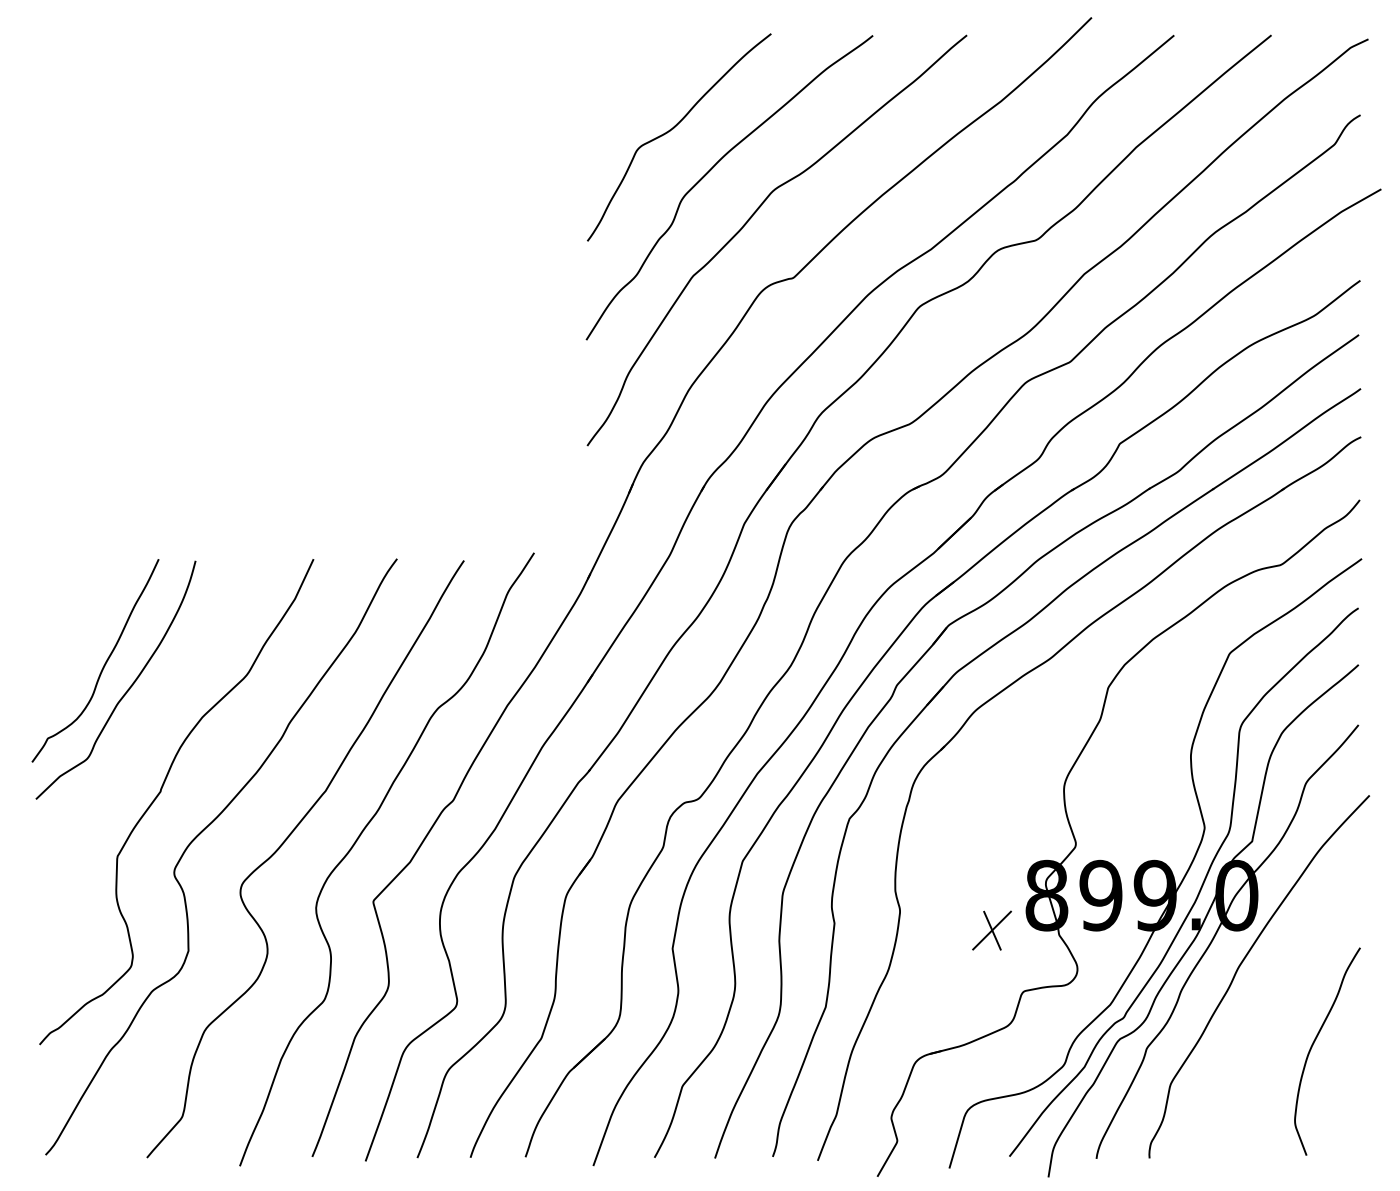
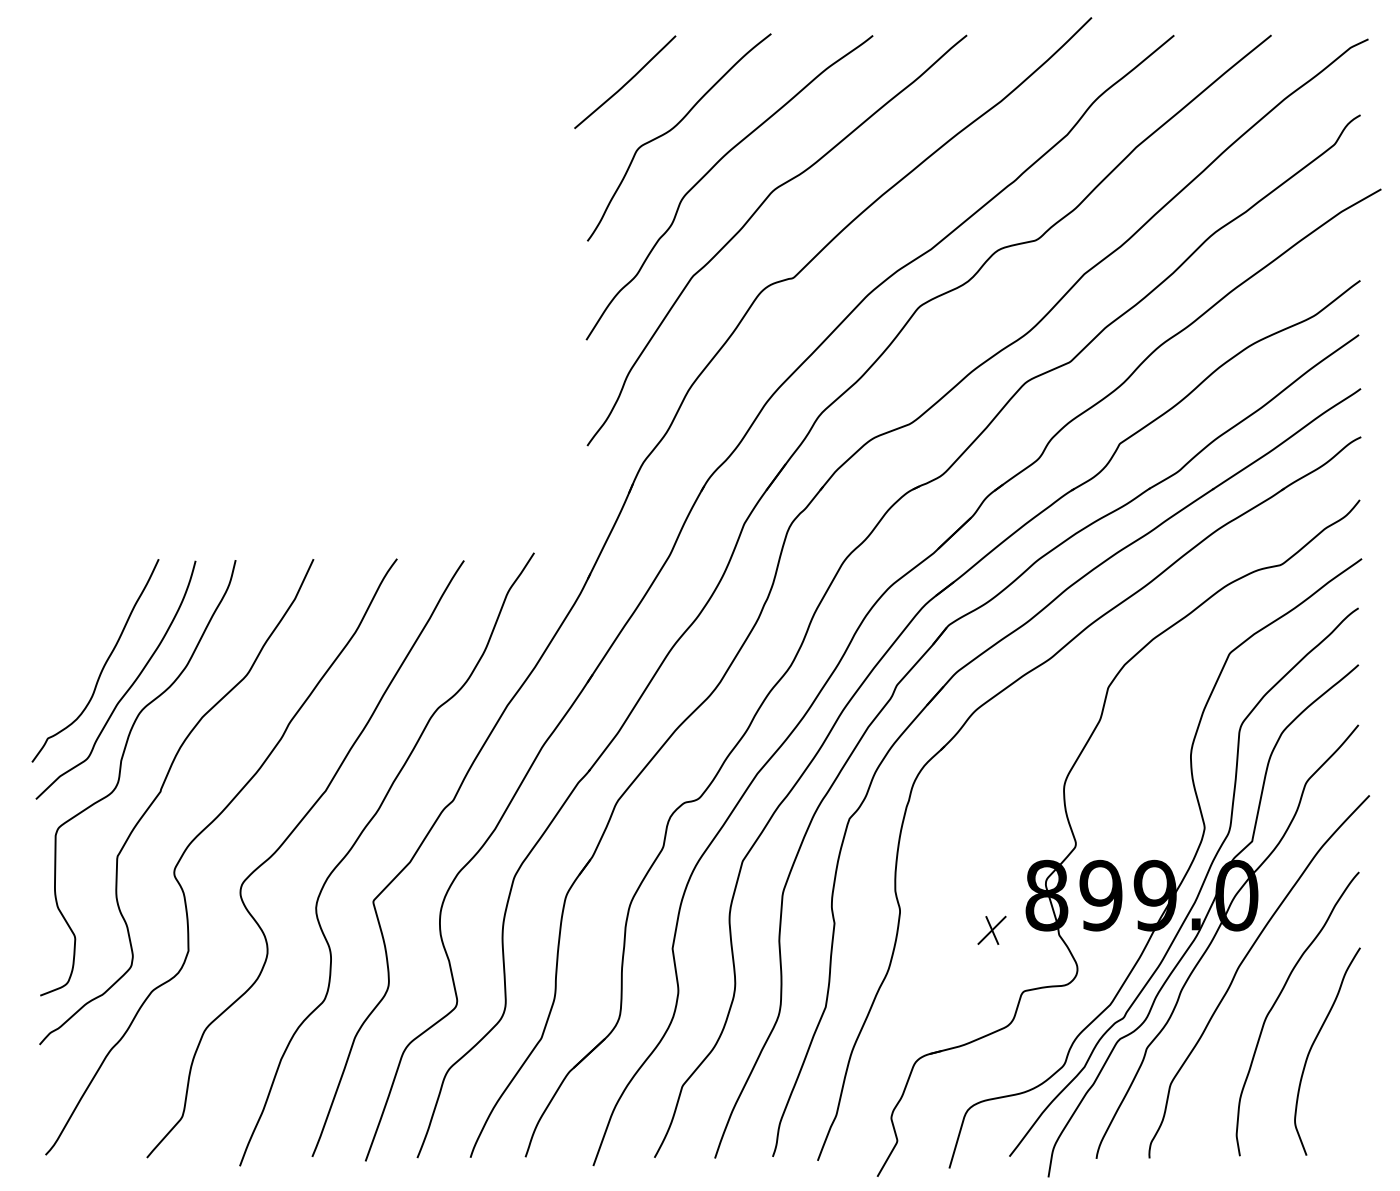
curve at (626, 82): none -> present
curve at (120, 777): none -> present
part at (991, 930) size: 40x41 px -> 30x30 px
curve at (1276, 1002): none -> present
